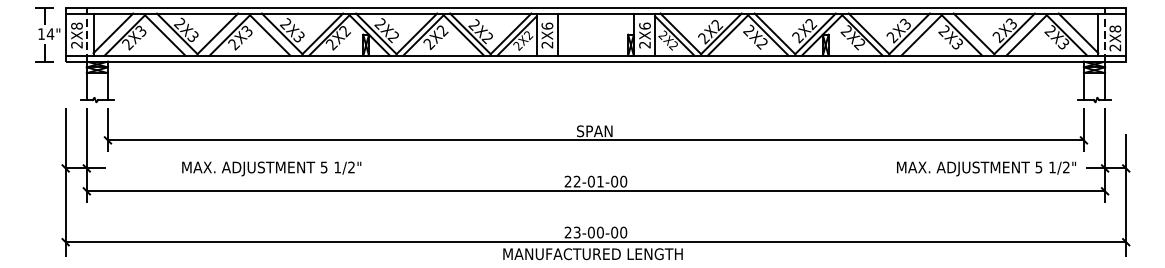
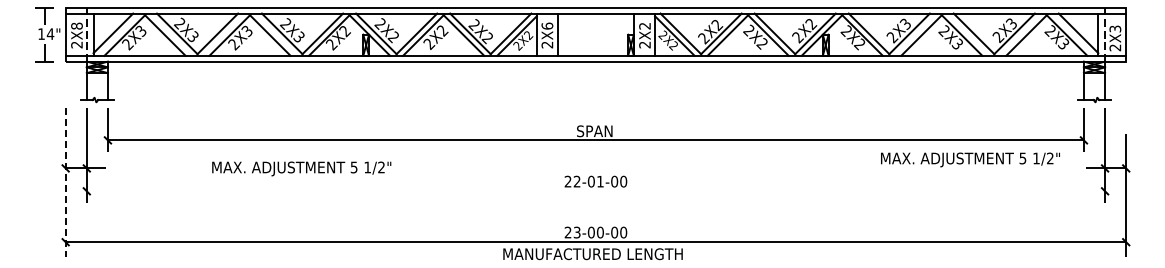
text at (644, 25): 2X6 -> 2X2
text at (1115, 28): 2X8 -> 2X3
text at (271, 168) position: (271, 168) -> (301, 168)
text at (986, 168) position: (986, 168) -> (970, 159)
line at (65, 183): solid -> dashed
line at (595, 191): present -> none
